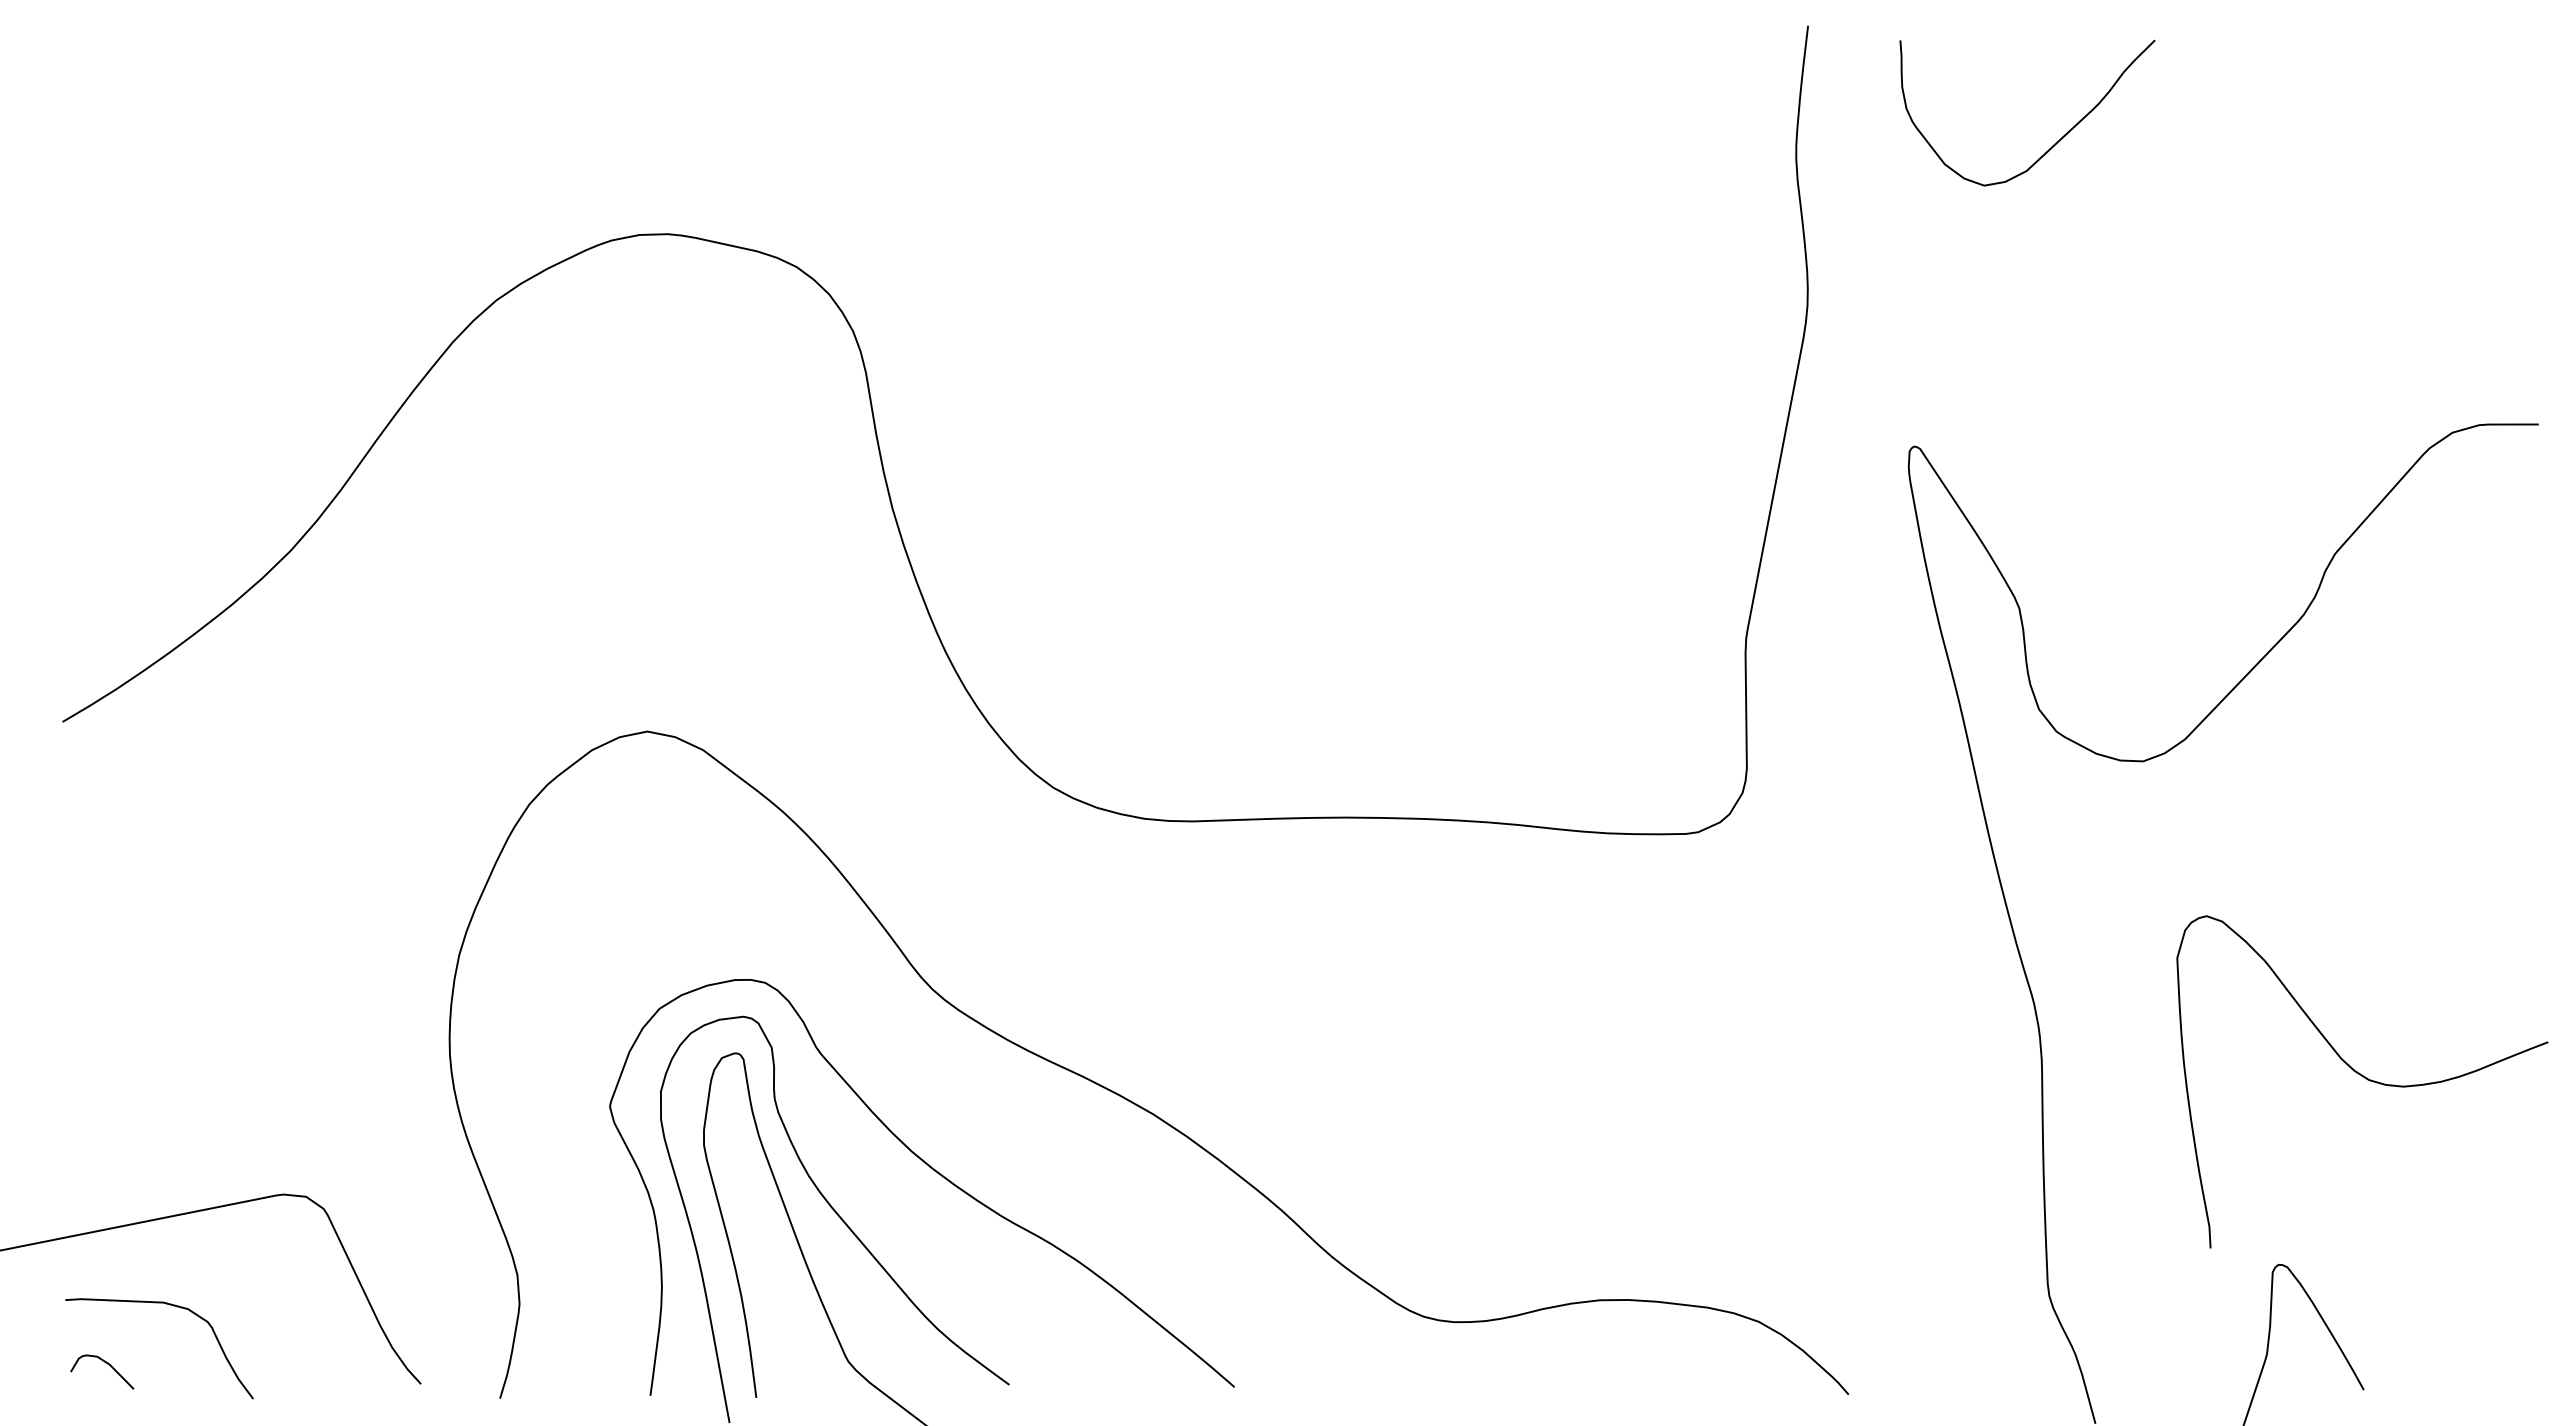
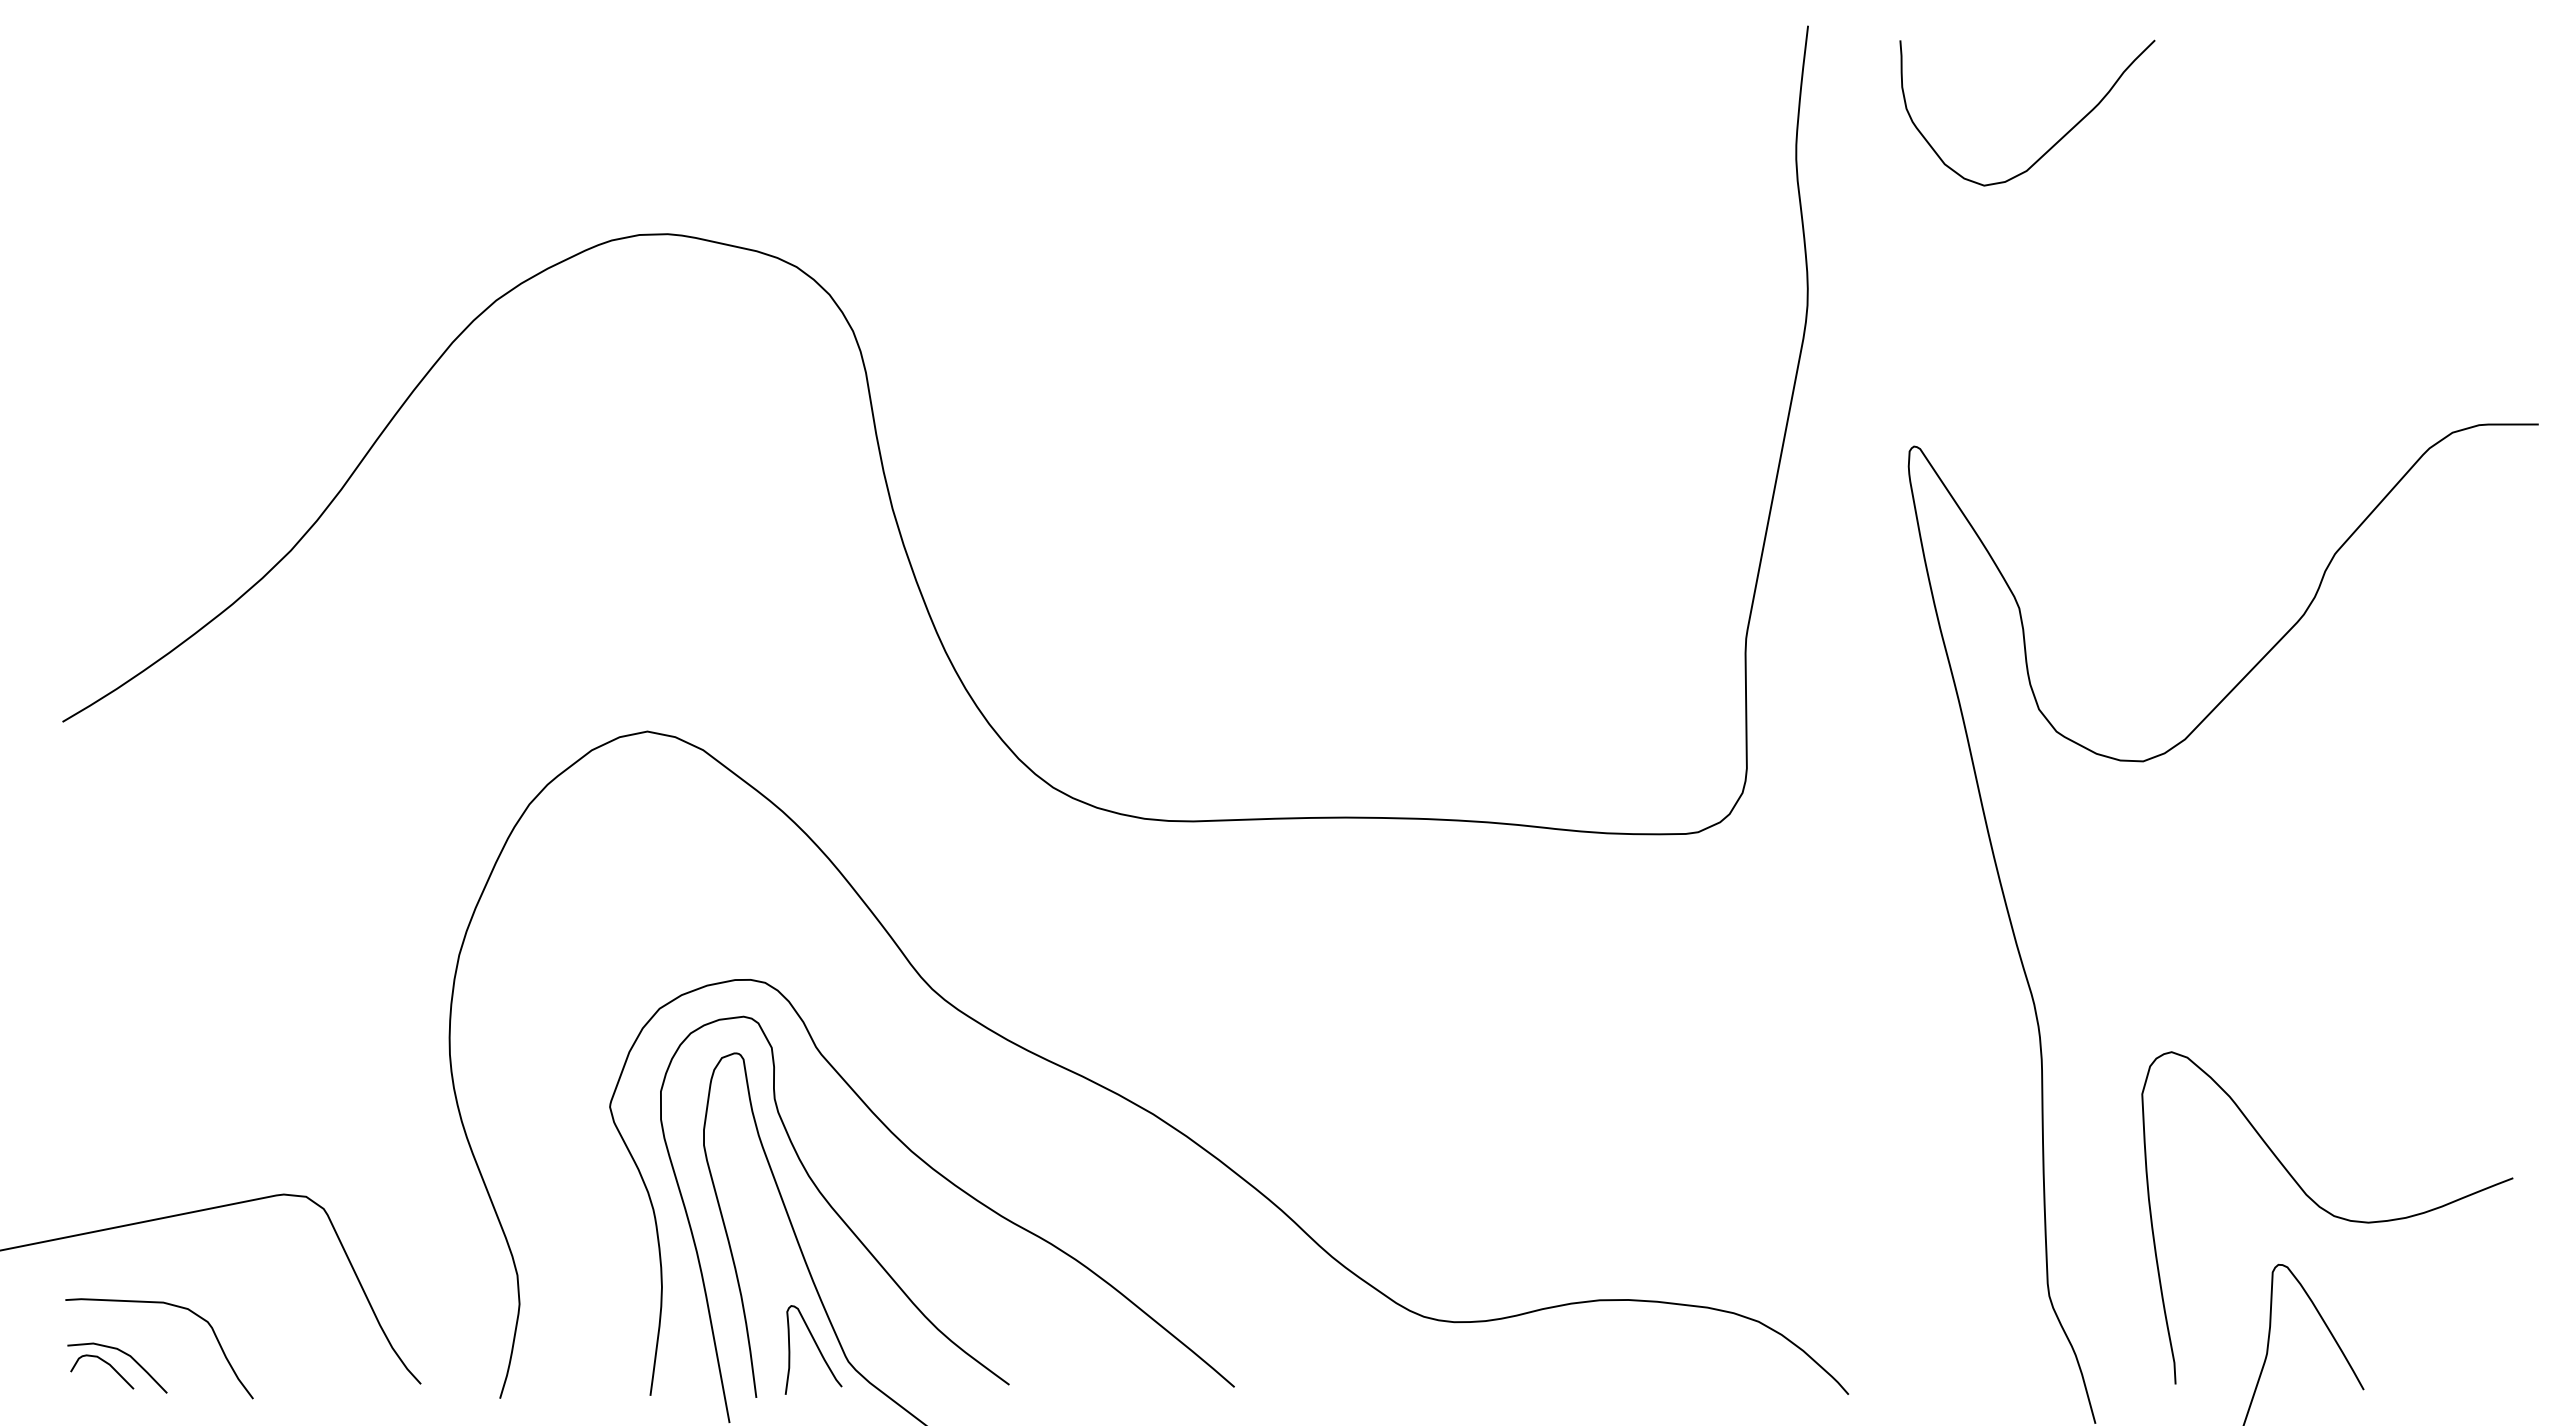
curve at (2364, 1078) position: (2364, 1078) -> (2329, 1214)
curve at (817, 1348): none -> present
curve at (123, 1353): none -> present
